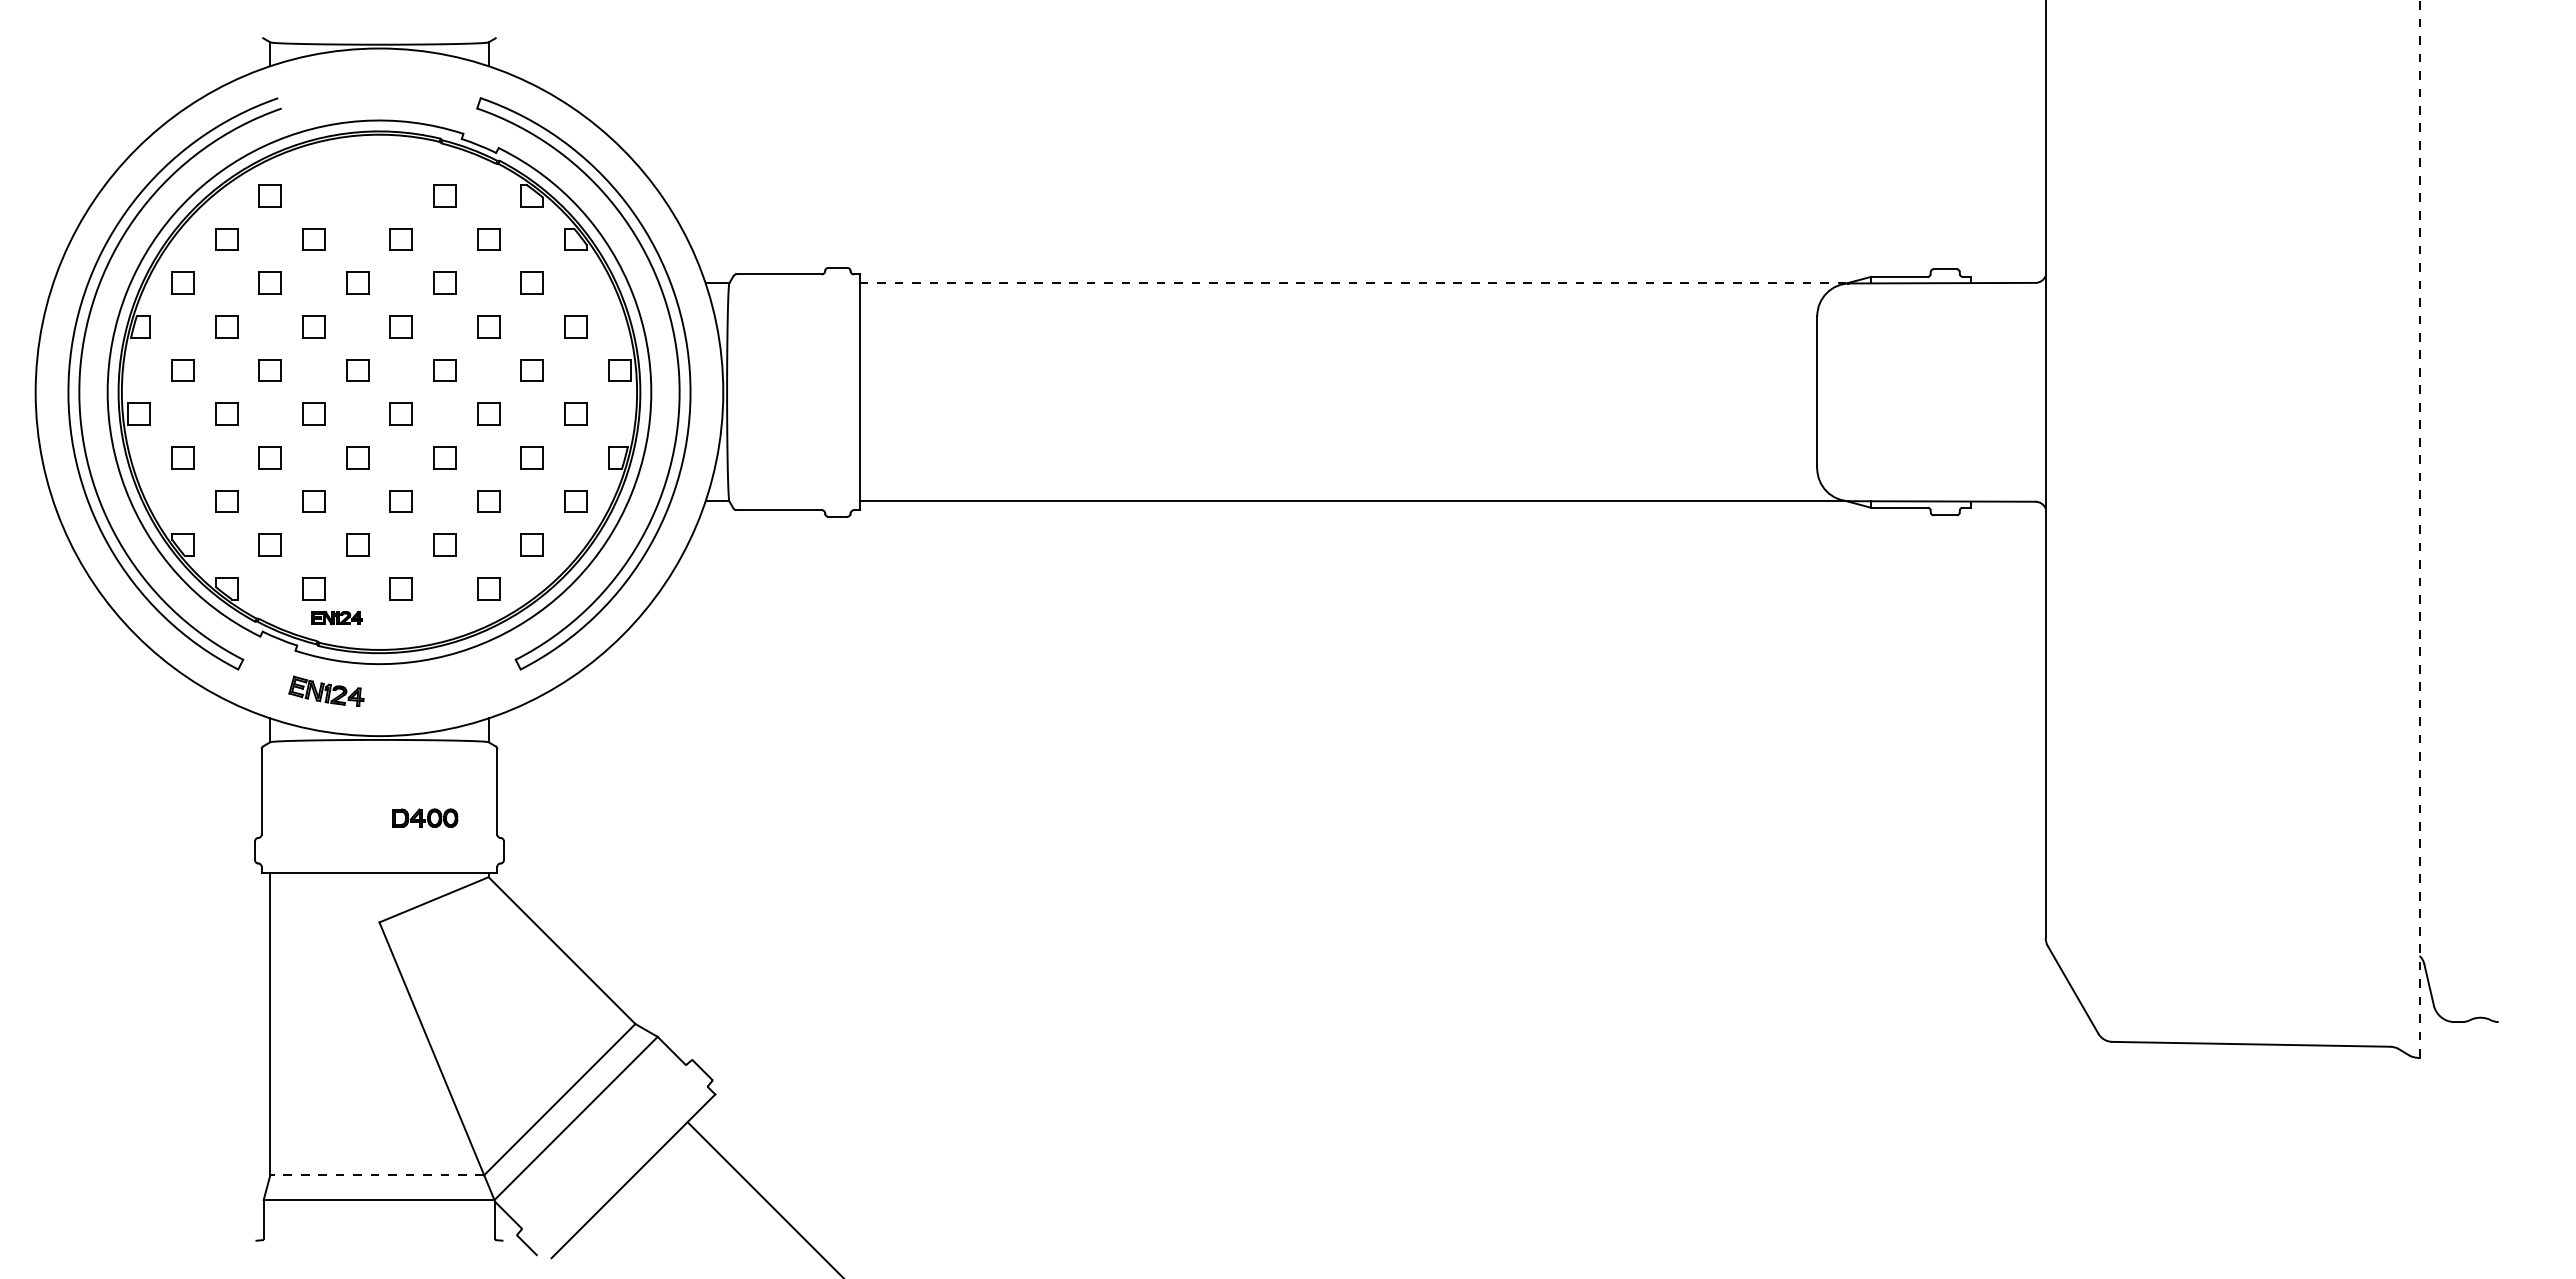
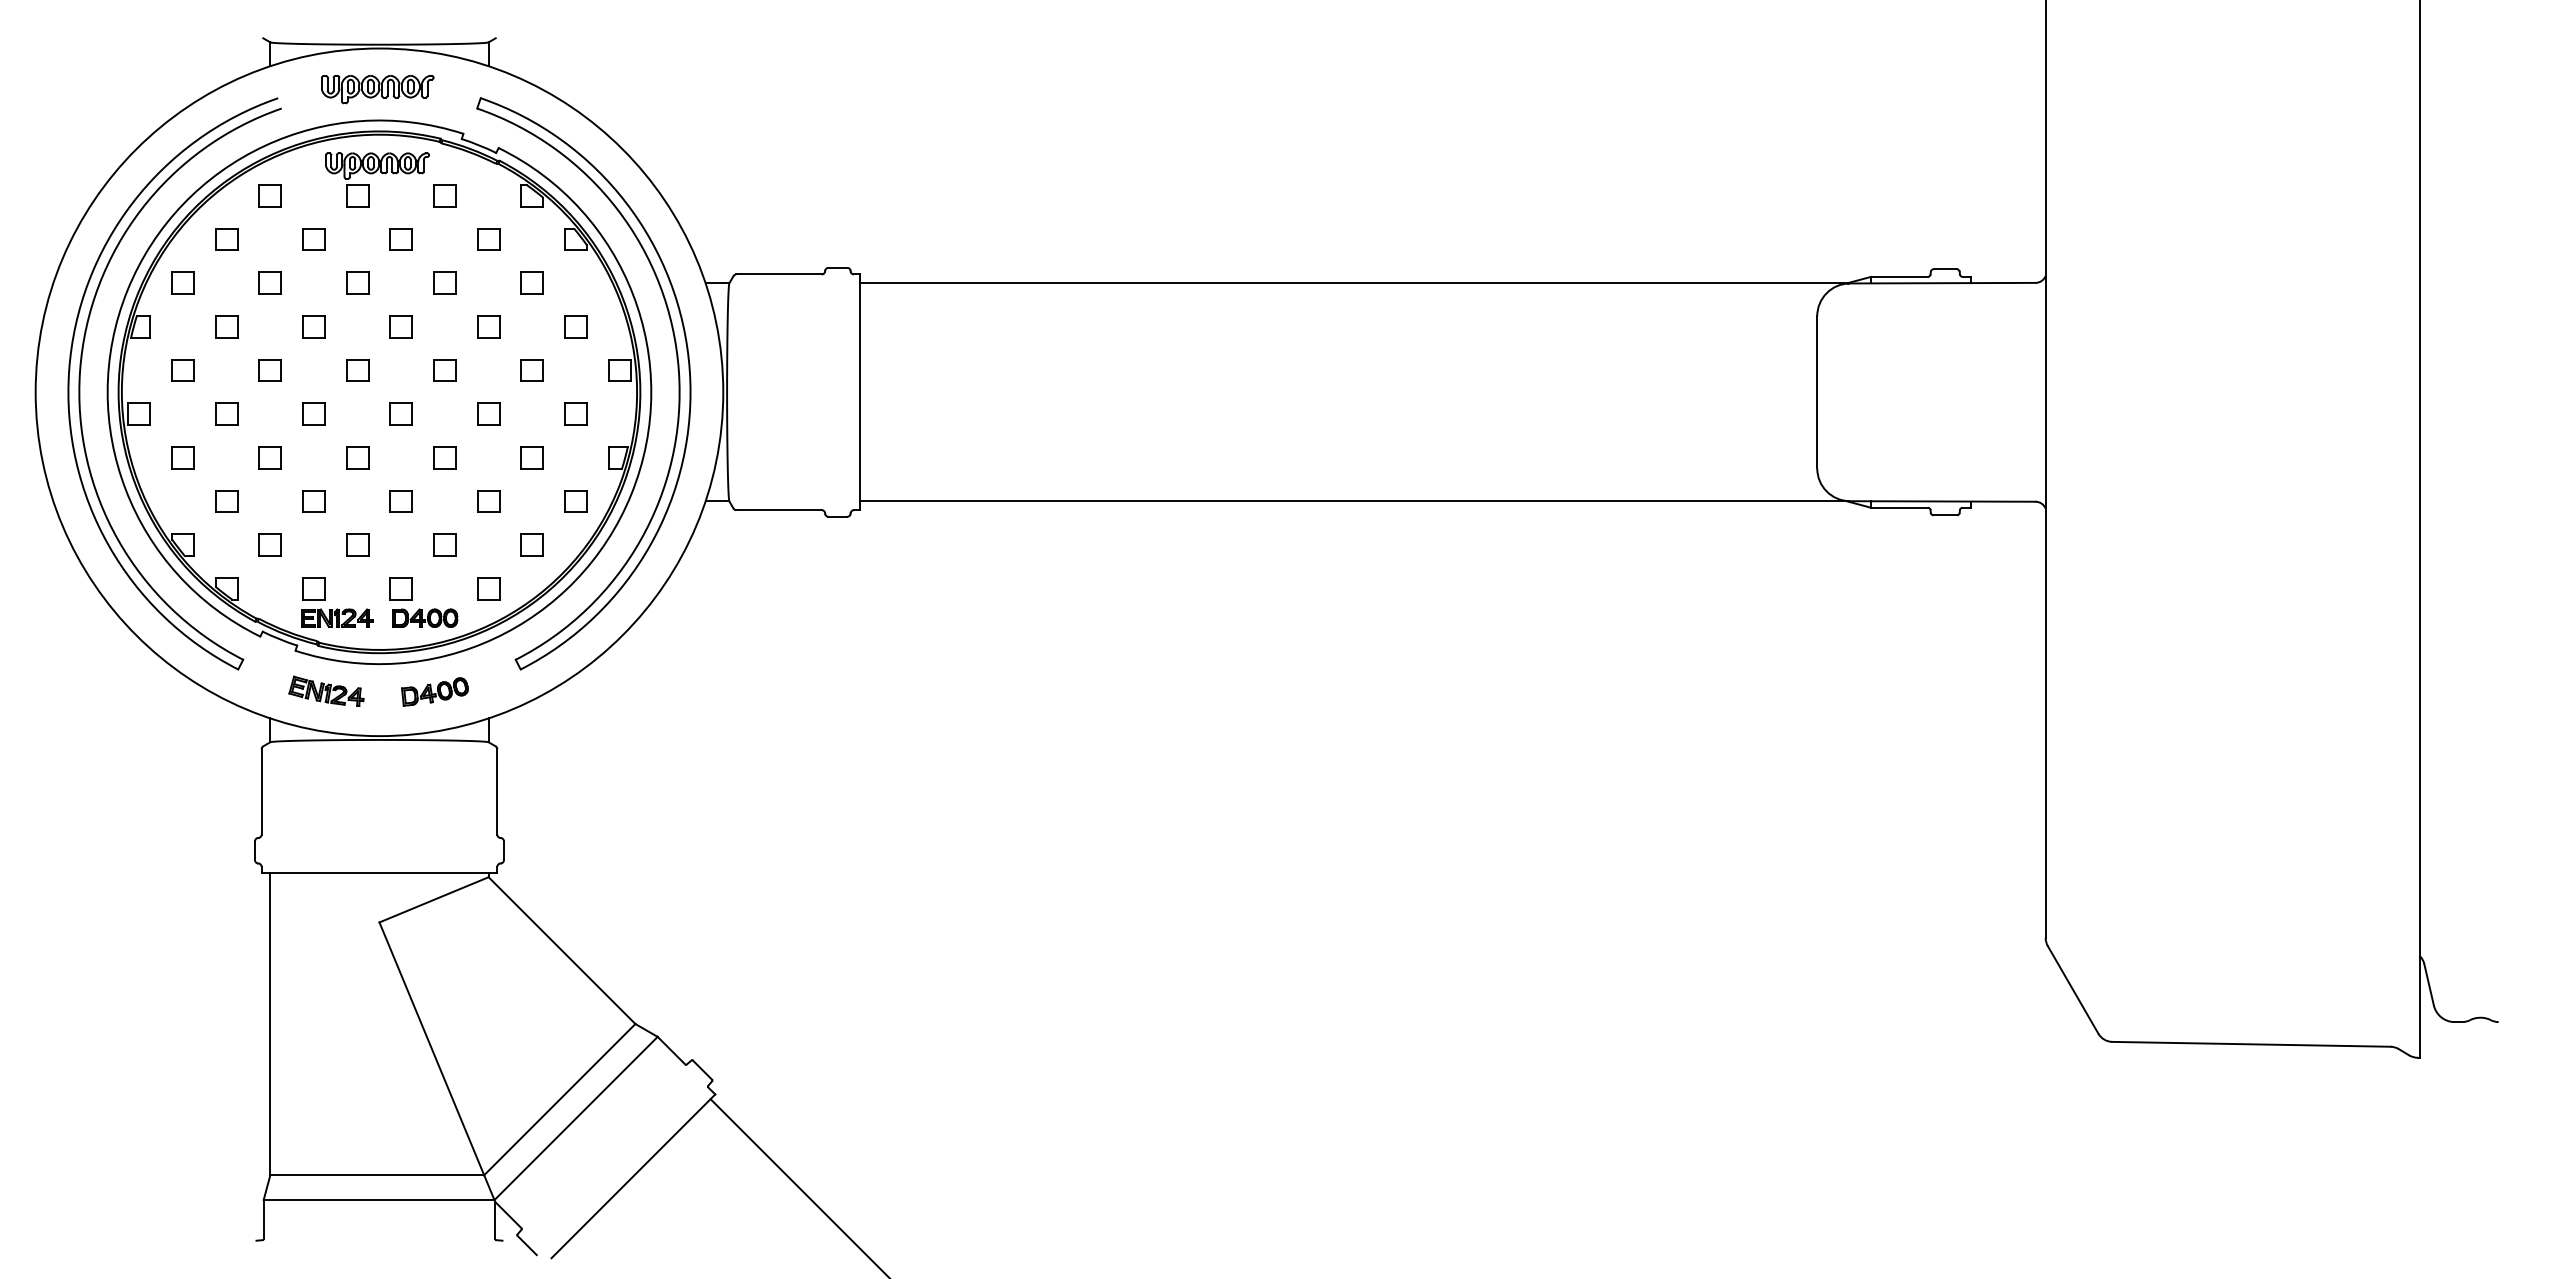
part at (377, 89): none -> present
part at (374, 173): none -> present
line at (1353, 283): dashed -> solid
line at (2419, 528): dashed -> solid
part at (336, 618) size: 52x15 px -> 73x20 px
part at (434, 691): none -> present
part at (425, 817) position: (425, 817) -> (425, 617)
line at (377, 1175): dashed -> solid
line at (764, 1198) position: (764, 1198) -> (798, 1187)
